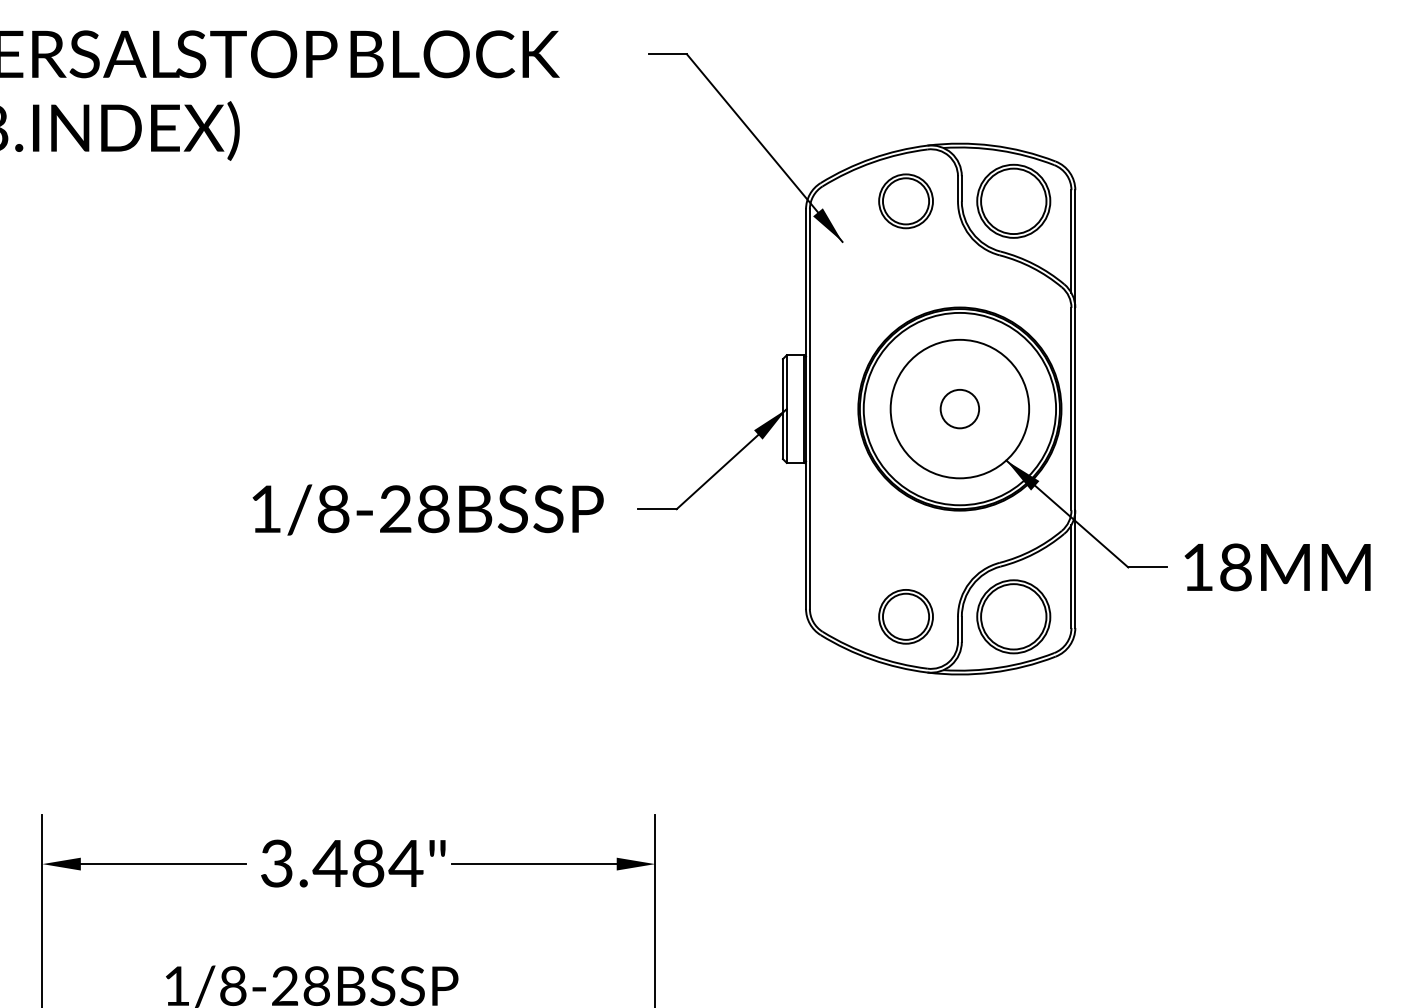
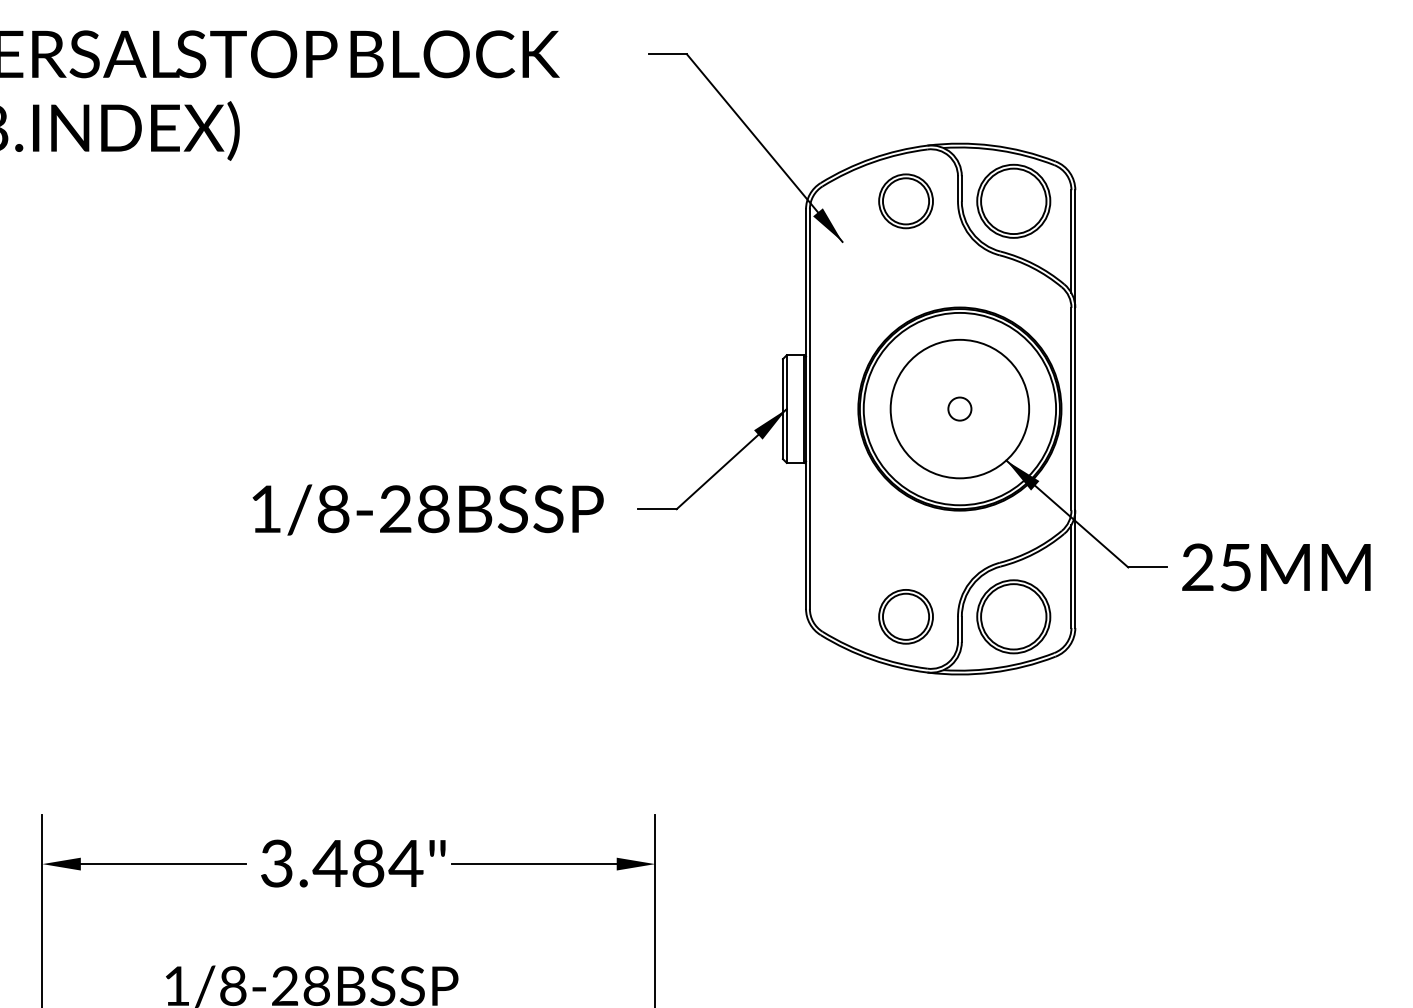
circle at (959, 408) diameter: 38 px -> 23 px
text at (1216, 567): 18MM -> 25MM
